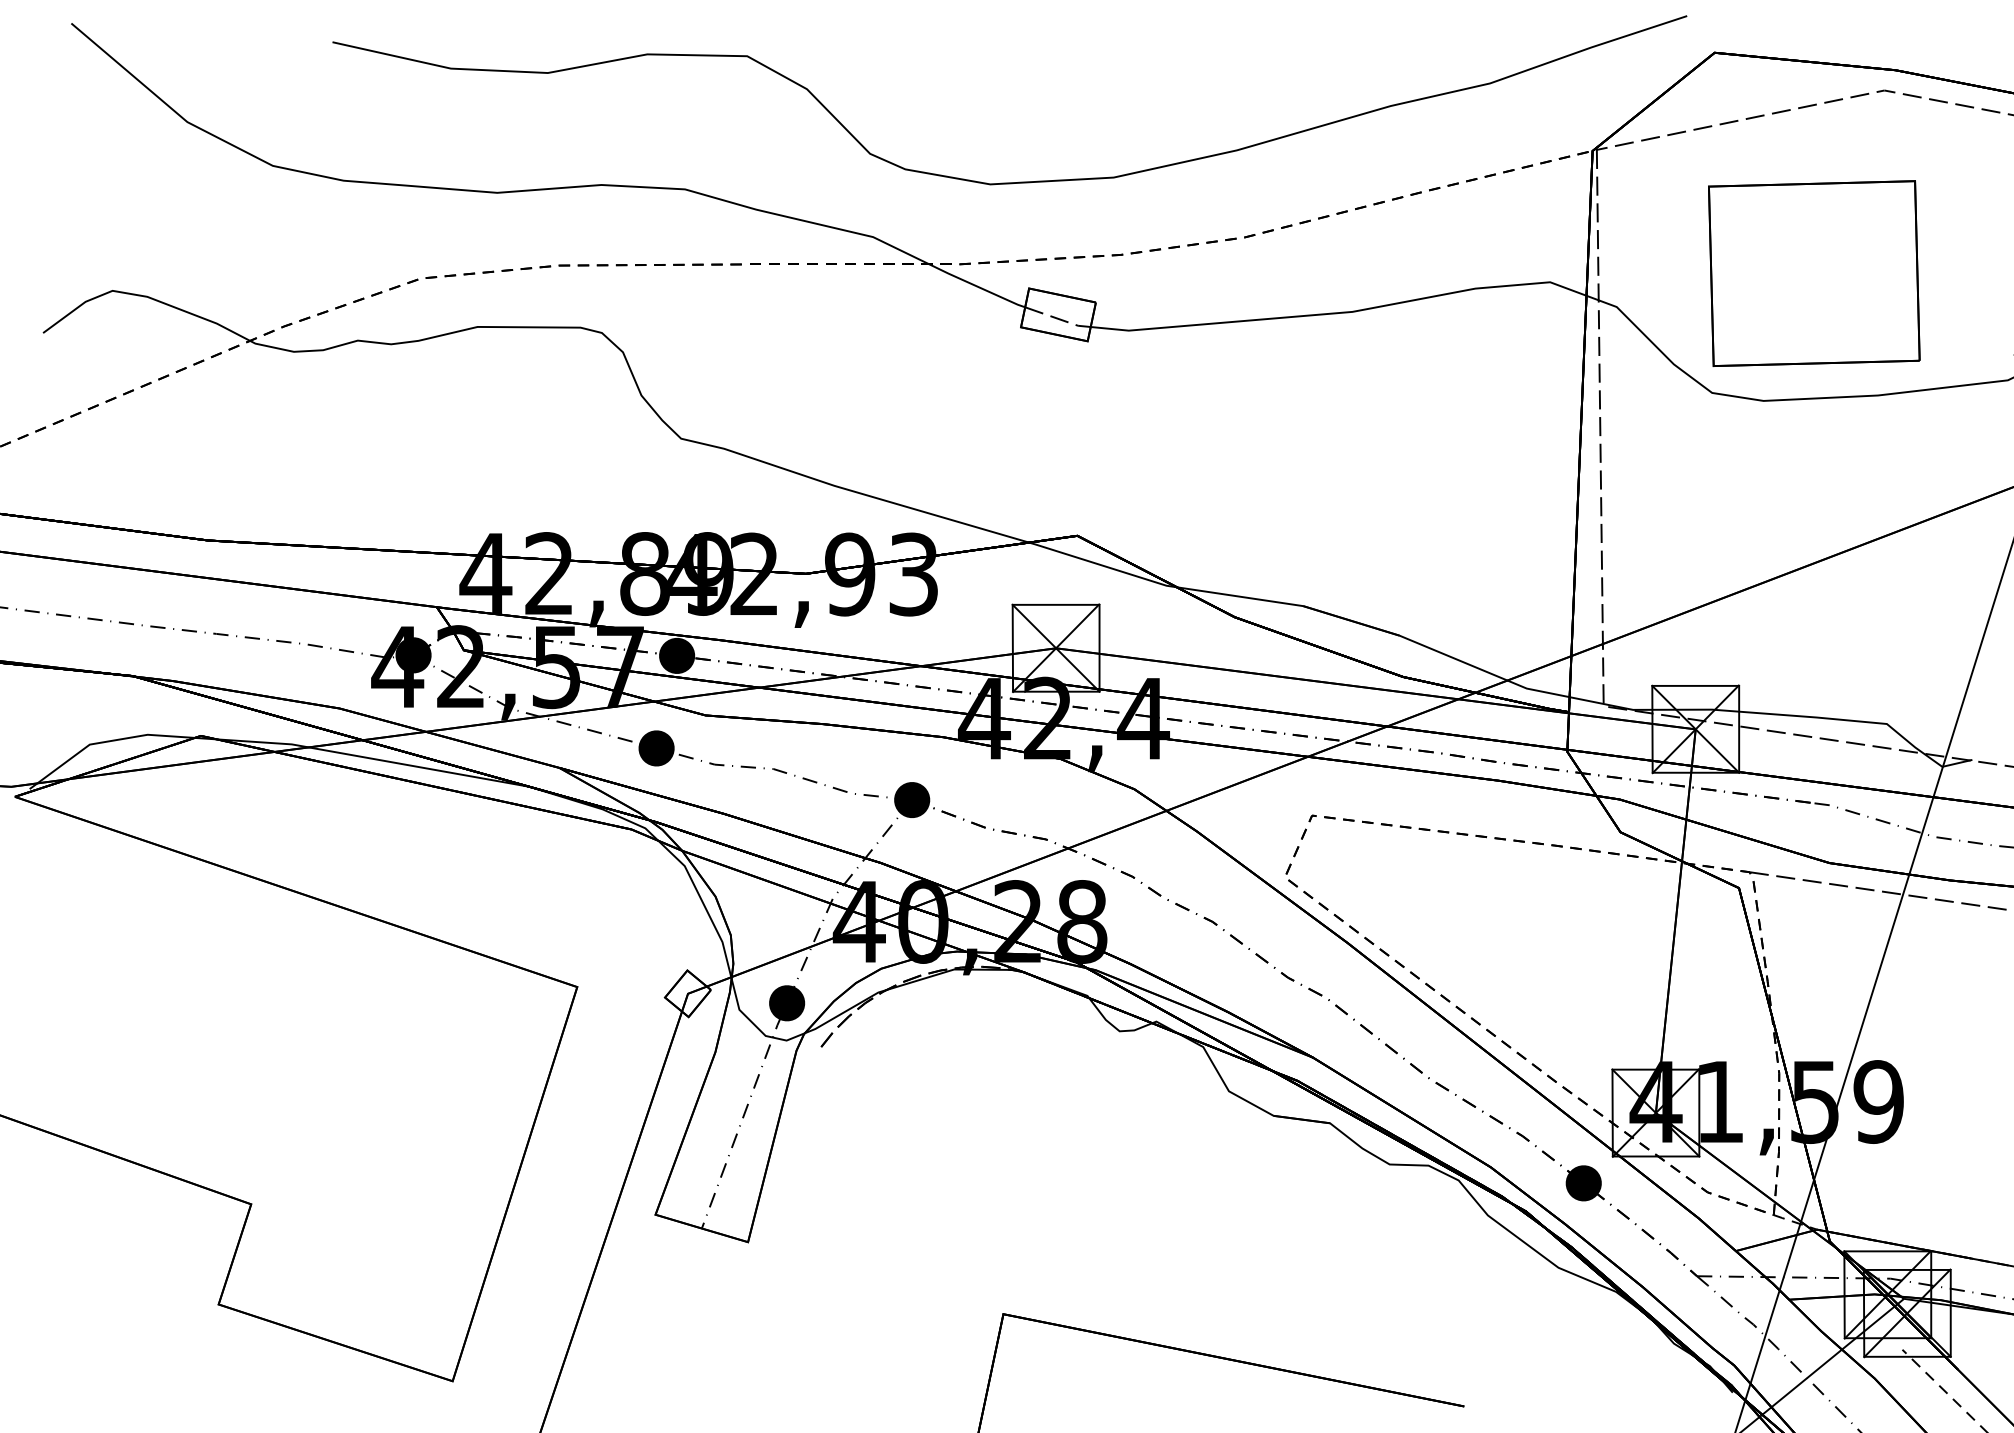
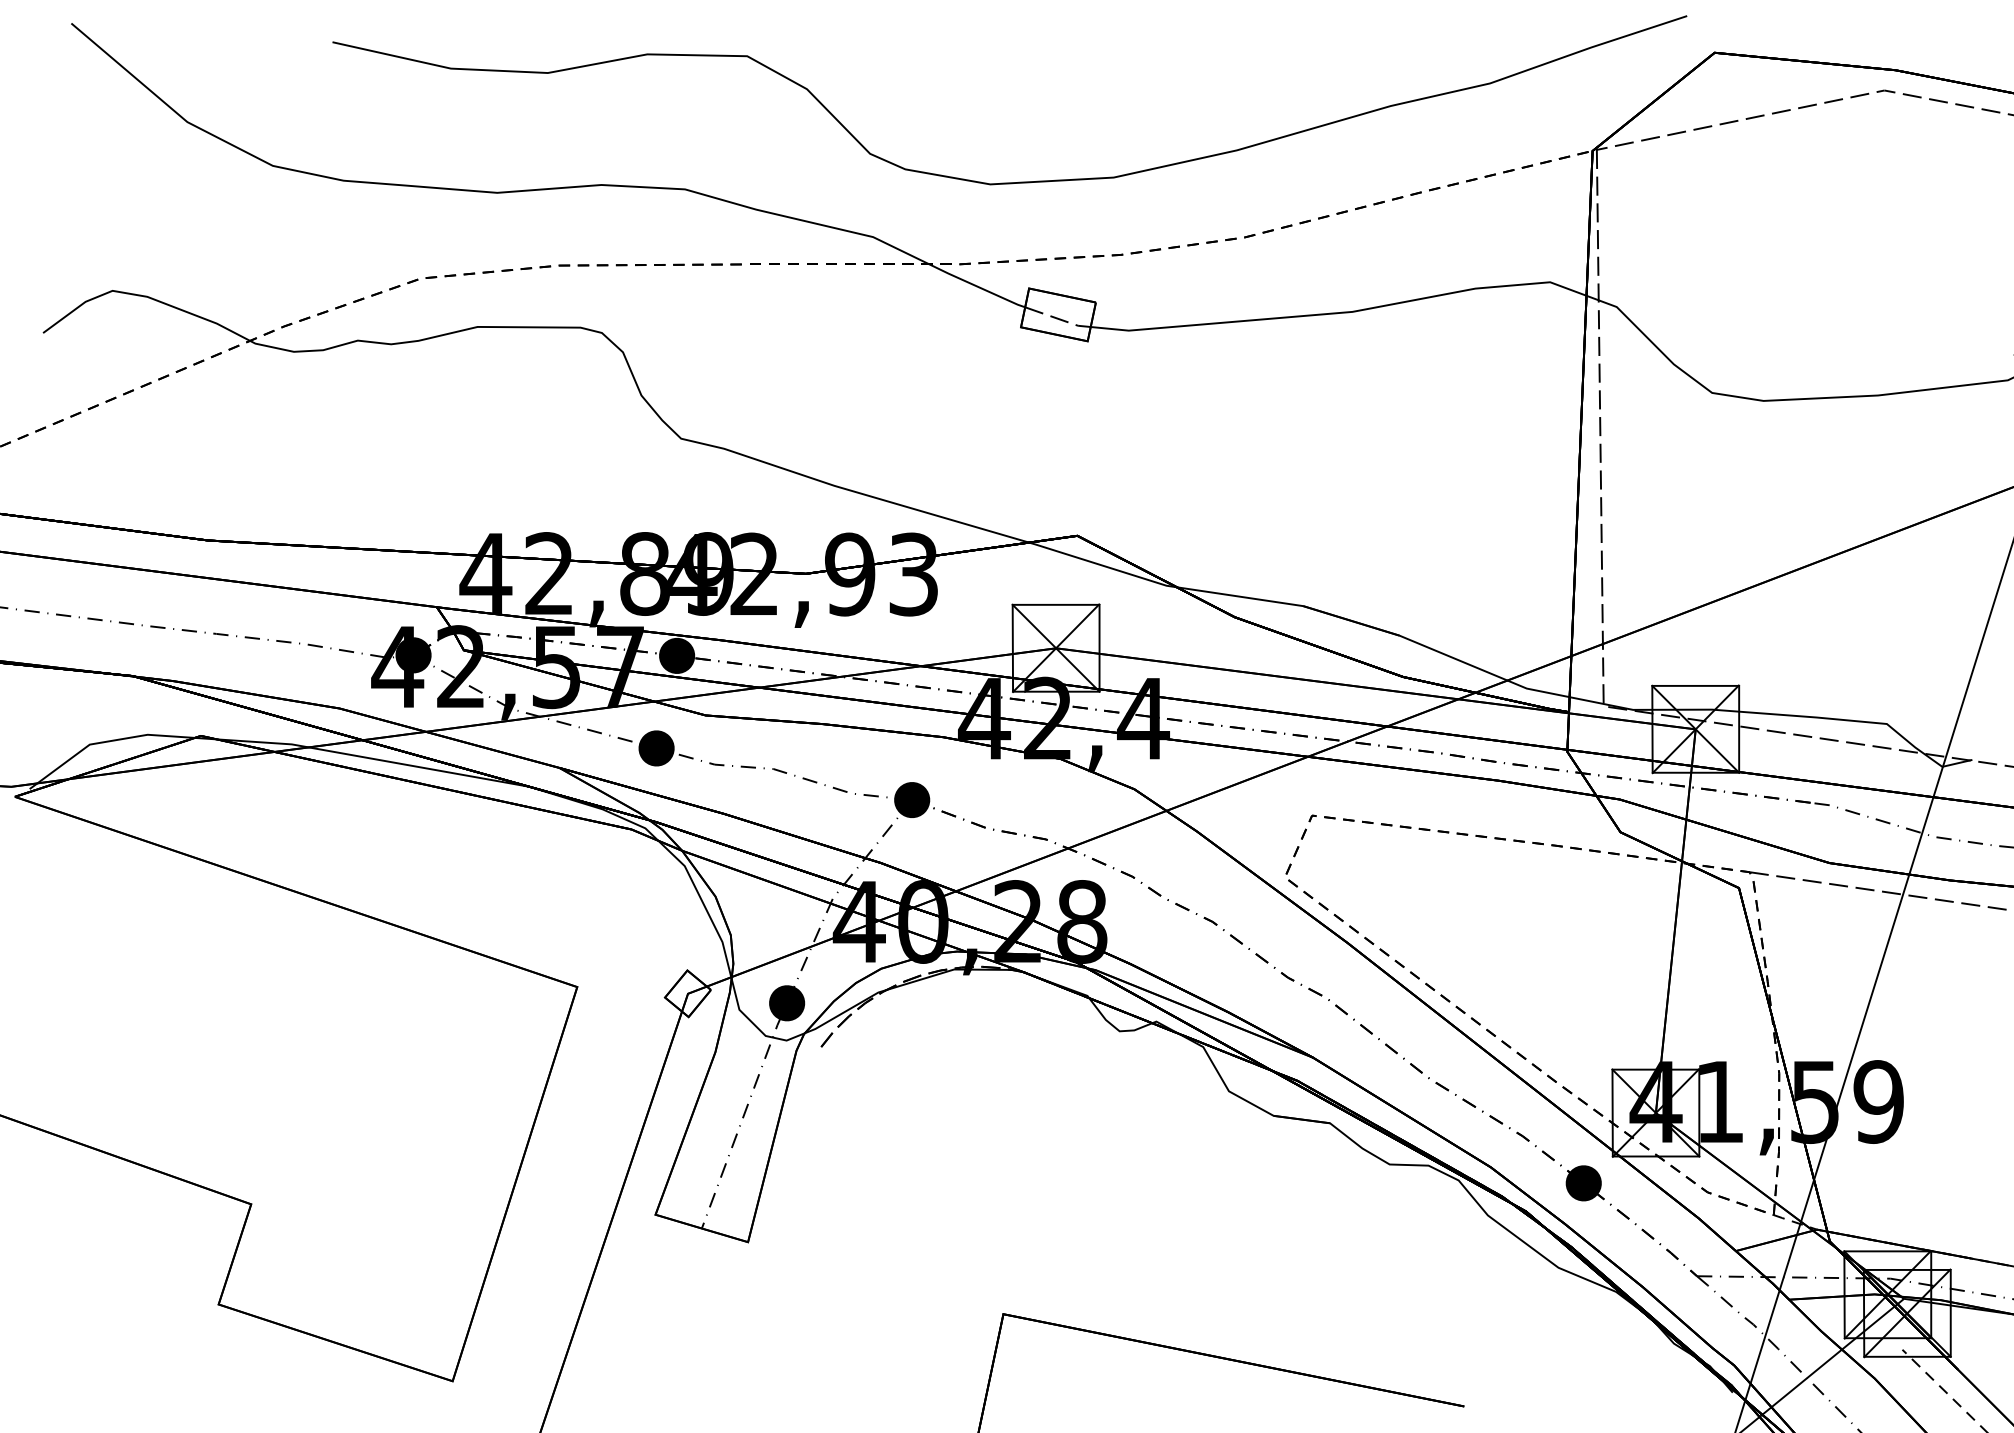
part at (1814, 273): present -> none
